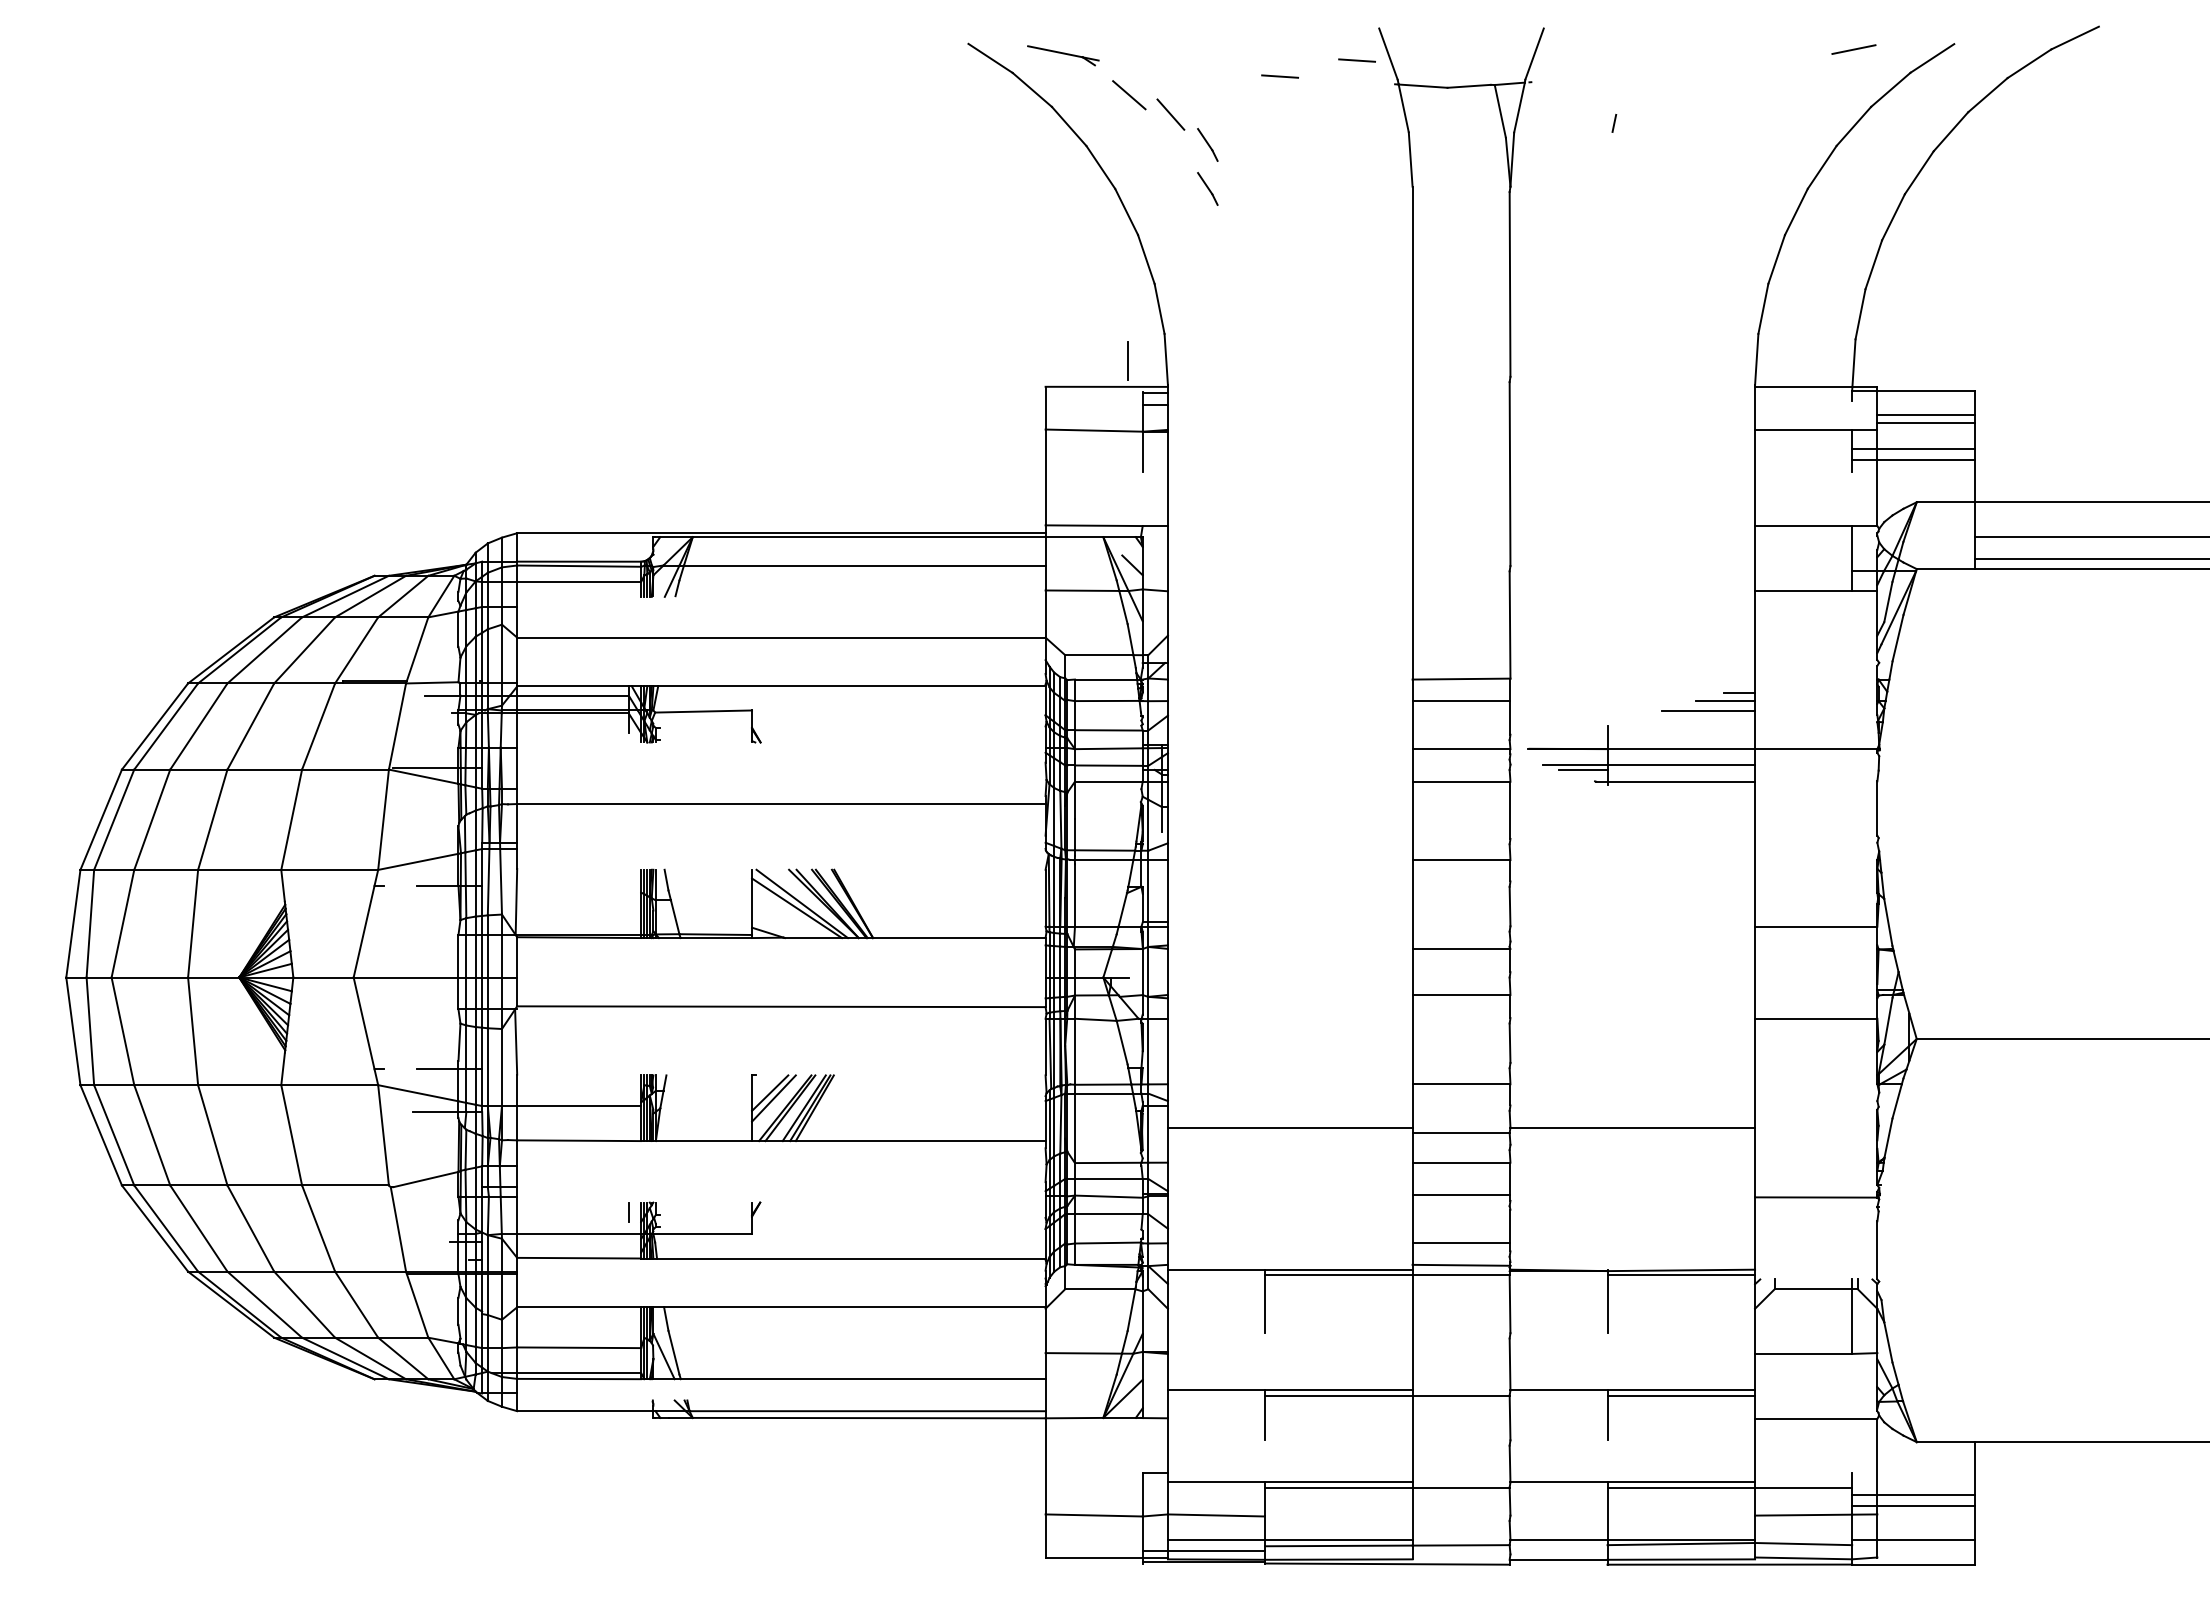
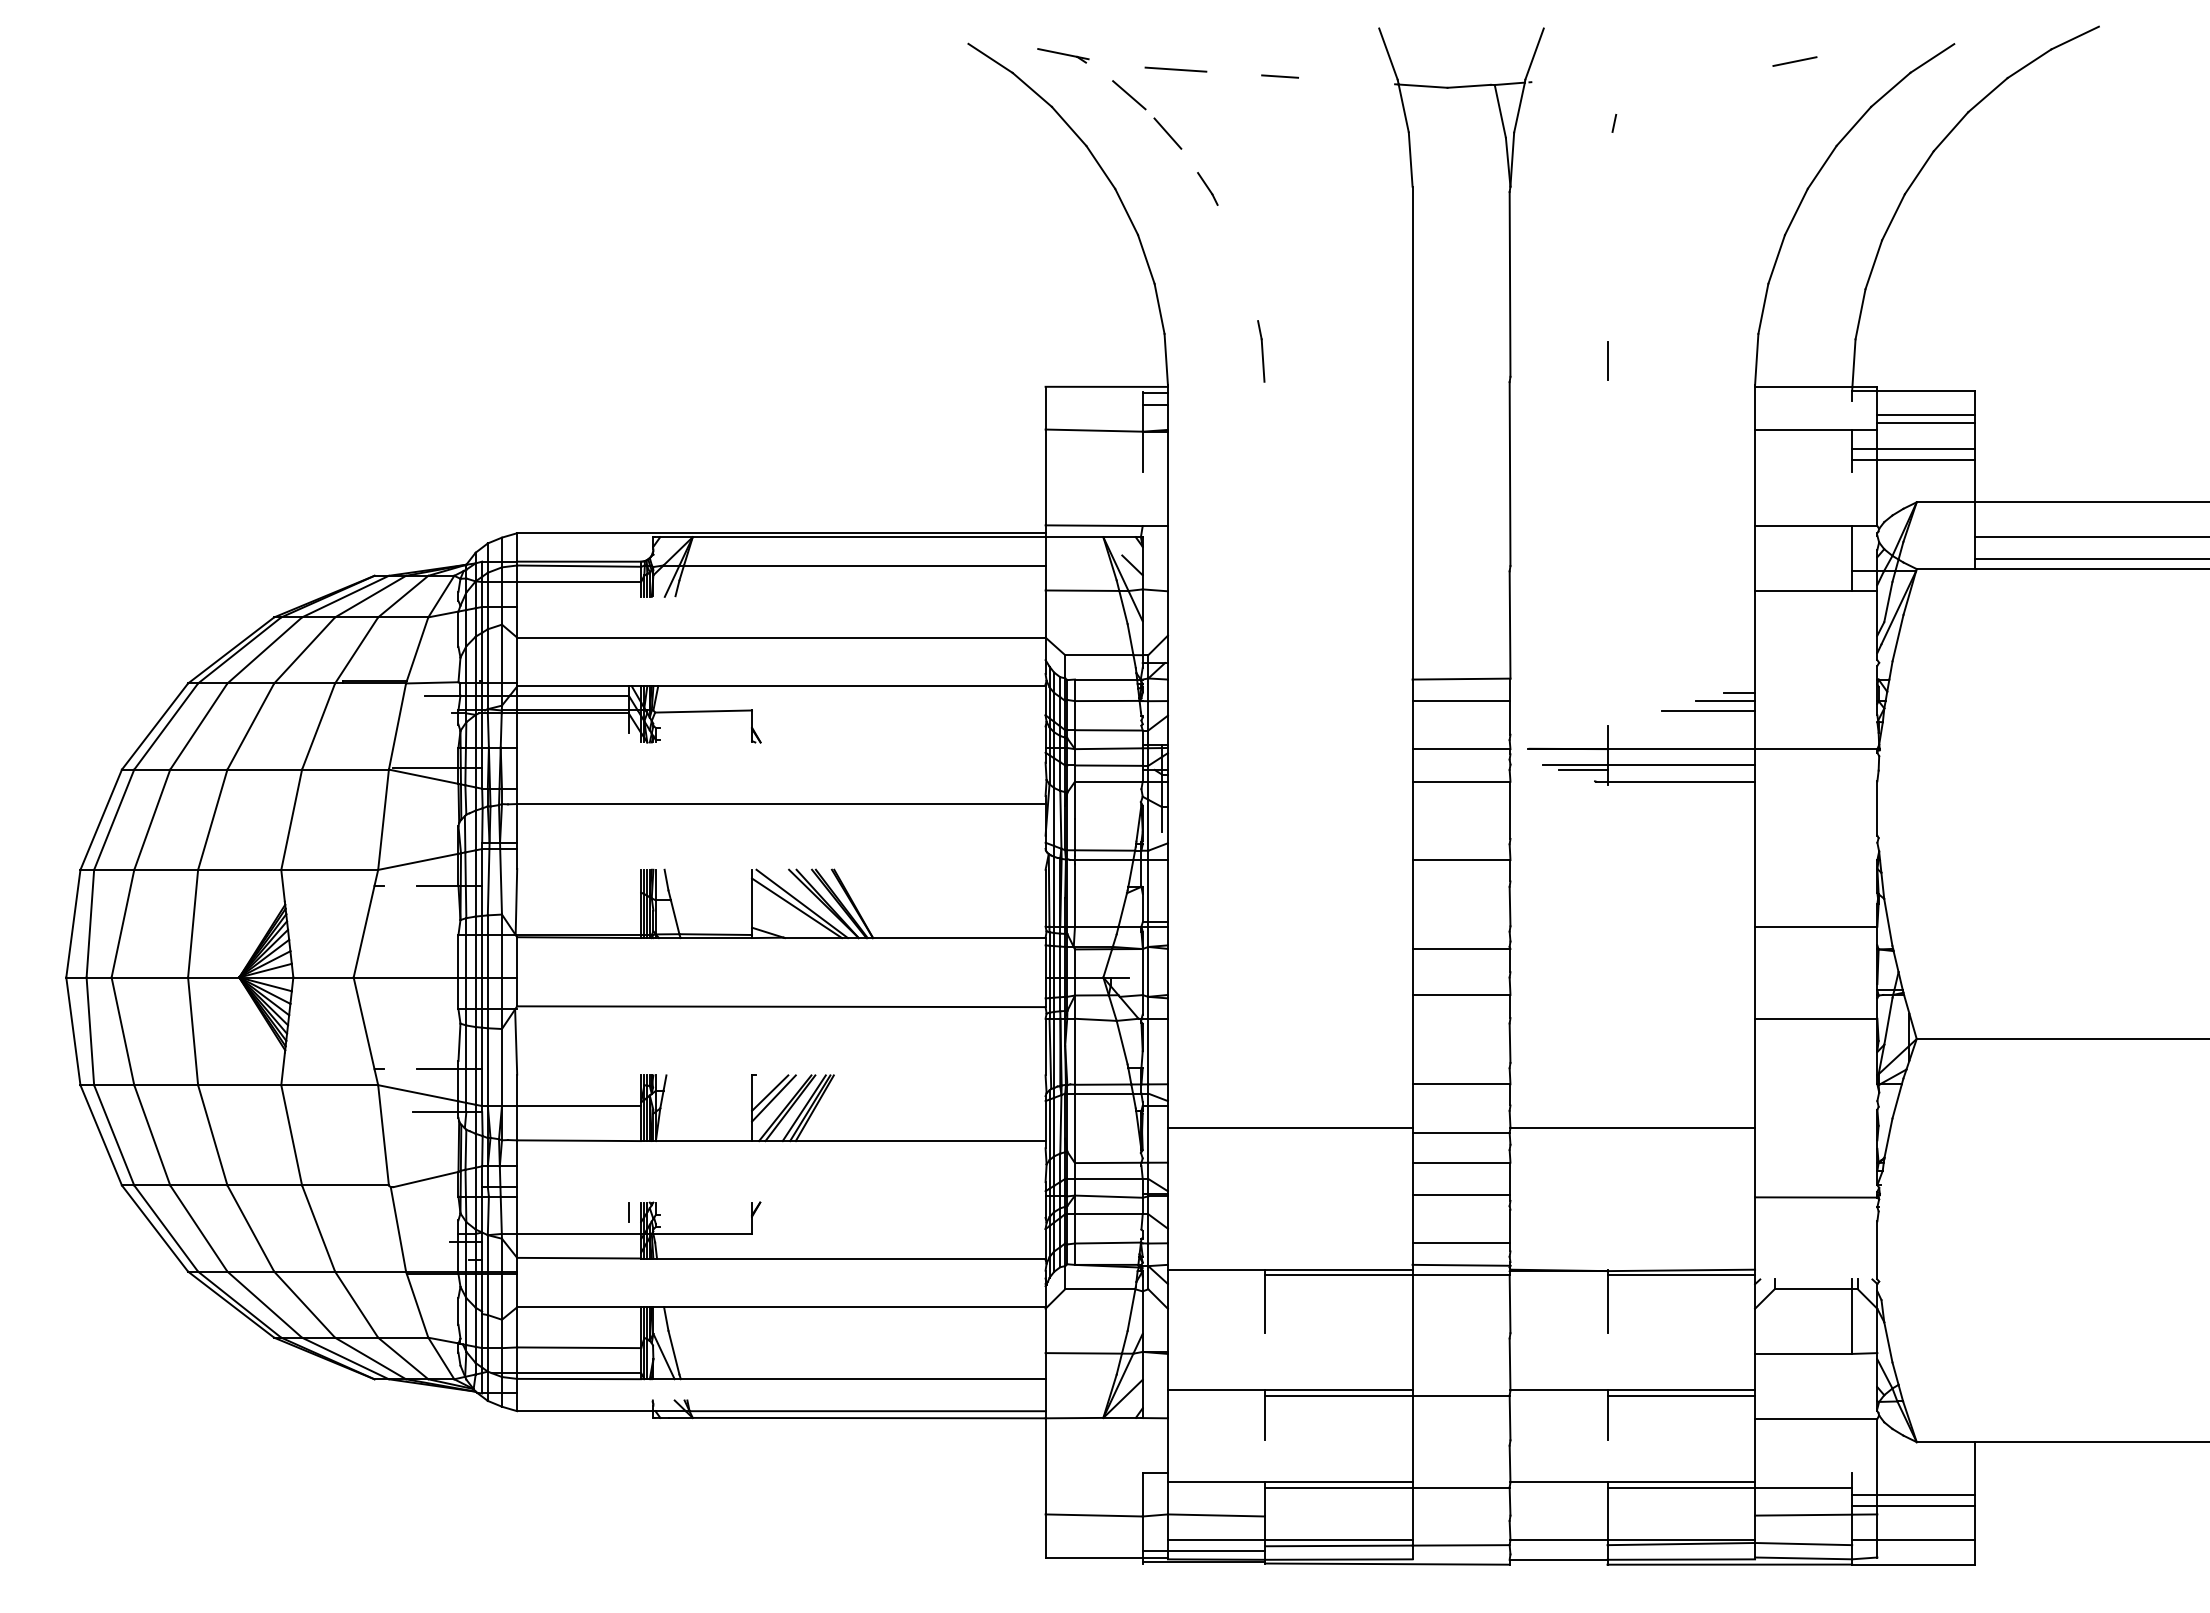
line at (1853, 49) position: (1853, 49) -> (1794, 61)
part at (1063, 55) size: 73x22 px -> 53x16 px
line at (1356, 60): present -> none
line at (1175, 69): none -> present
line at (1170, 114) position: (1170, 114) -> (1167, 133)
part at (1207, 144): present -> none
part at (1261, 351): none -> present
line at (1127, 360) position: (1127, 360) -> (1607, 360)
